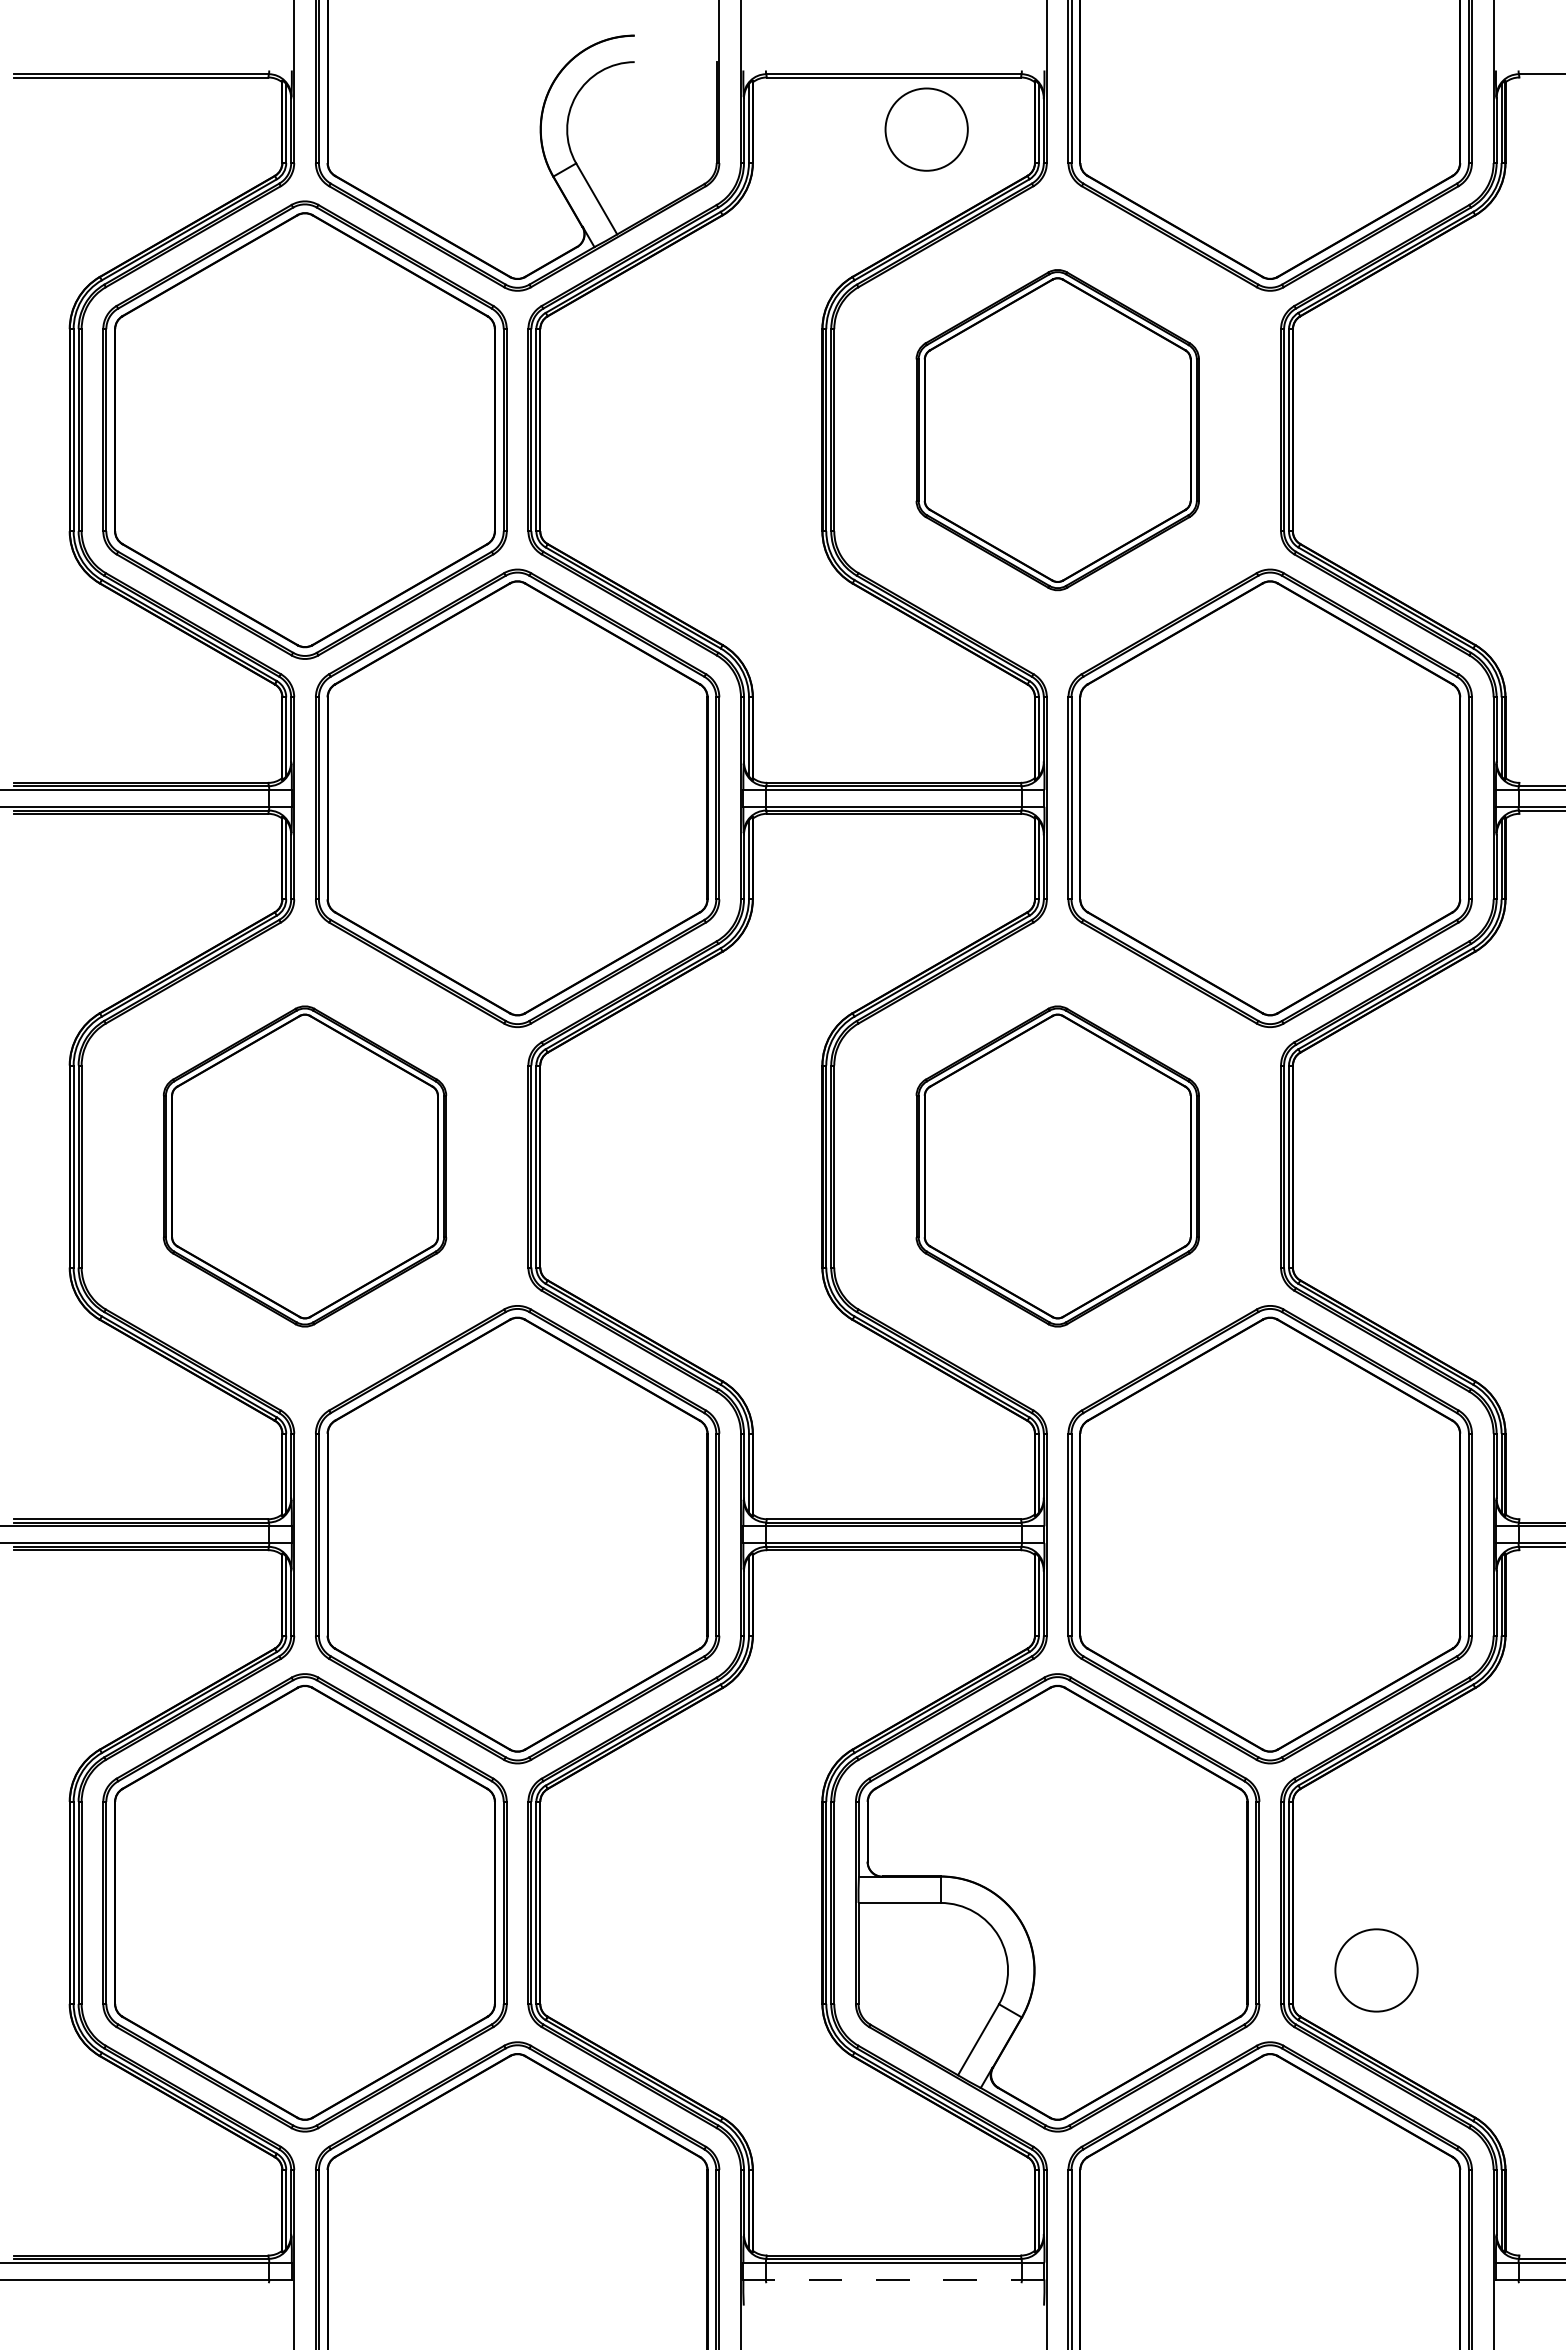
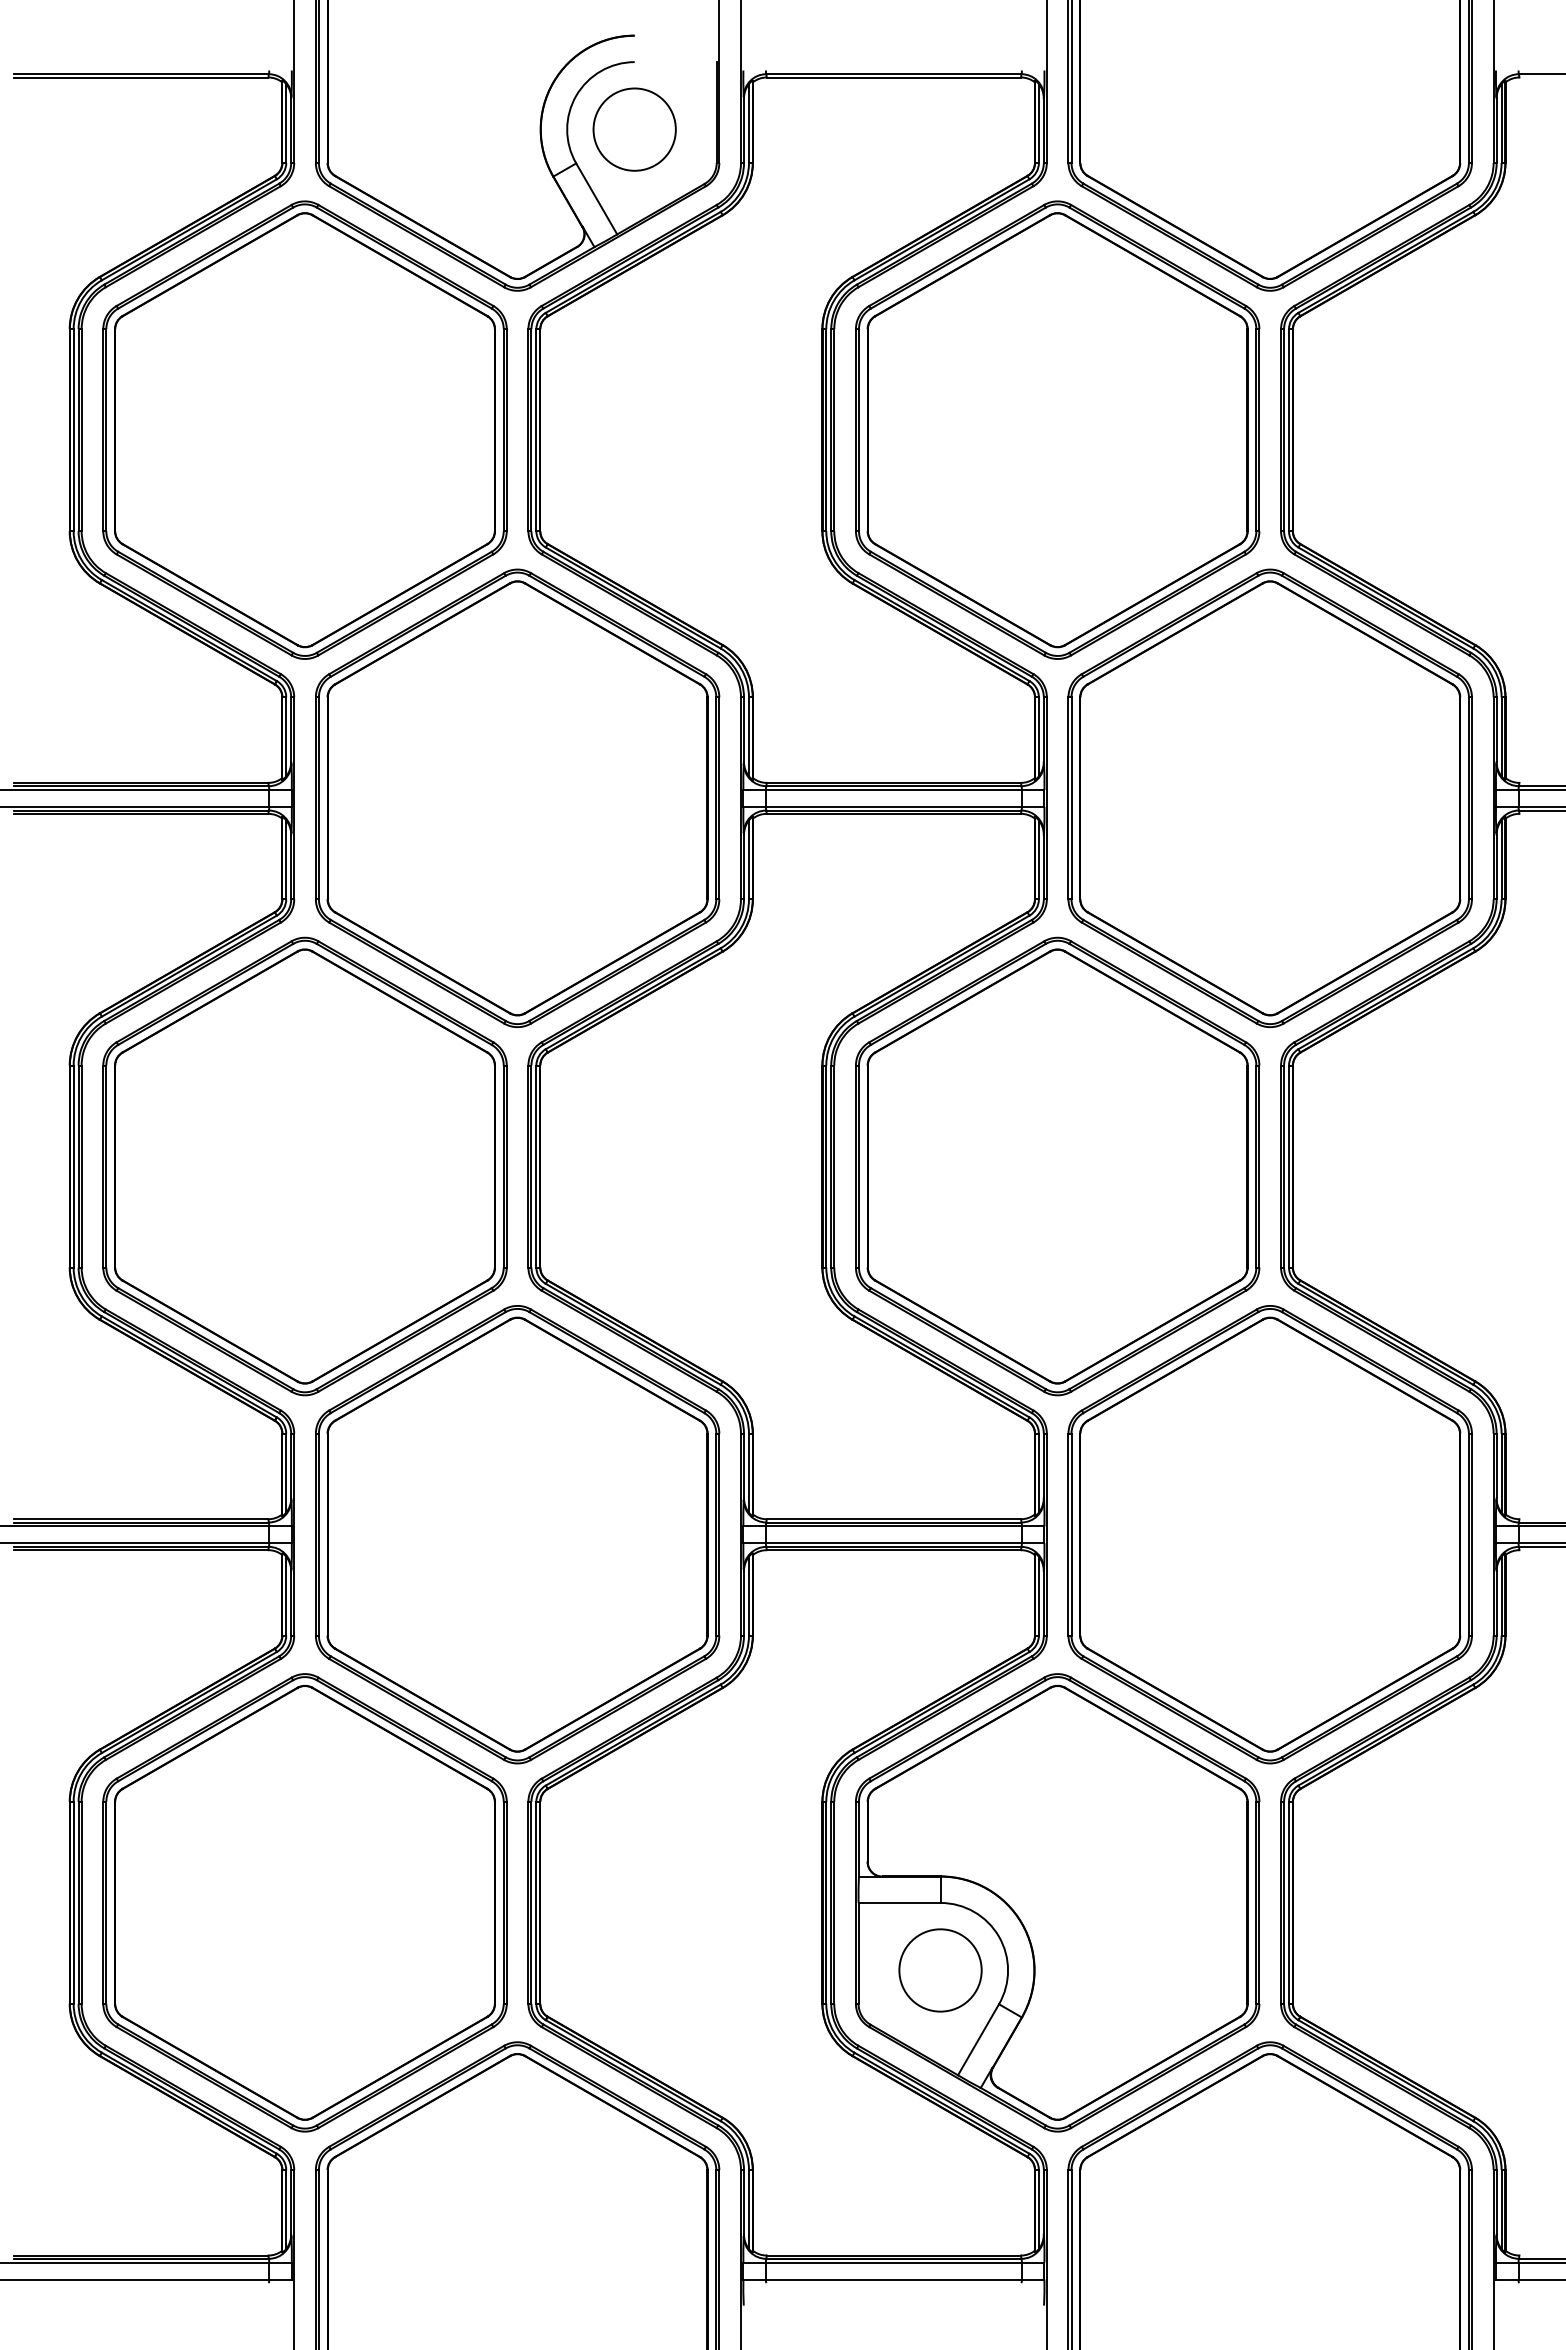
circle at (926, 129) position: (926, 129) -> (634, 129)
part at (1057, 430) size: 285x323 px -> 406x460 px
part at (305, 1166) size: 285x323 px -> 406x461 px
part at (1057, 1166) size: 285x323 px -> 406x461 px
circle at (1376, 1970) position: (1376, 1970) -> (940, 1970)
line at (893, 2279): dashed -> solid
